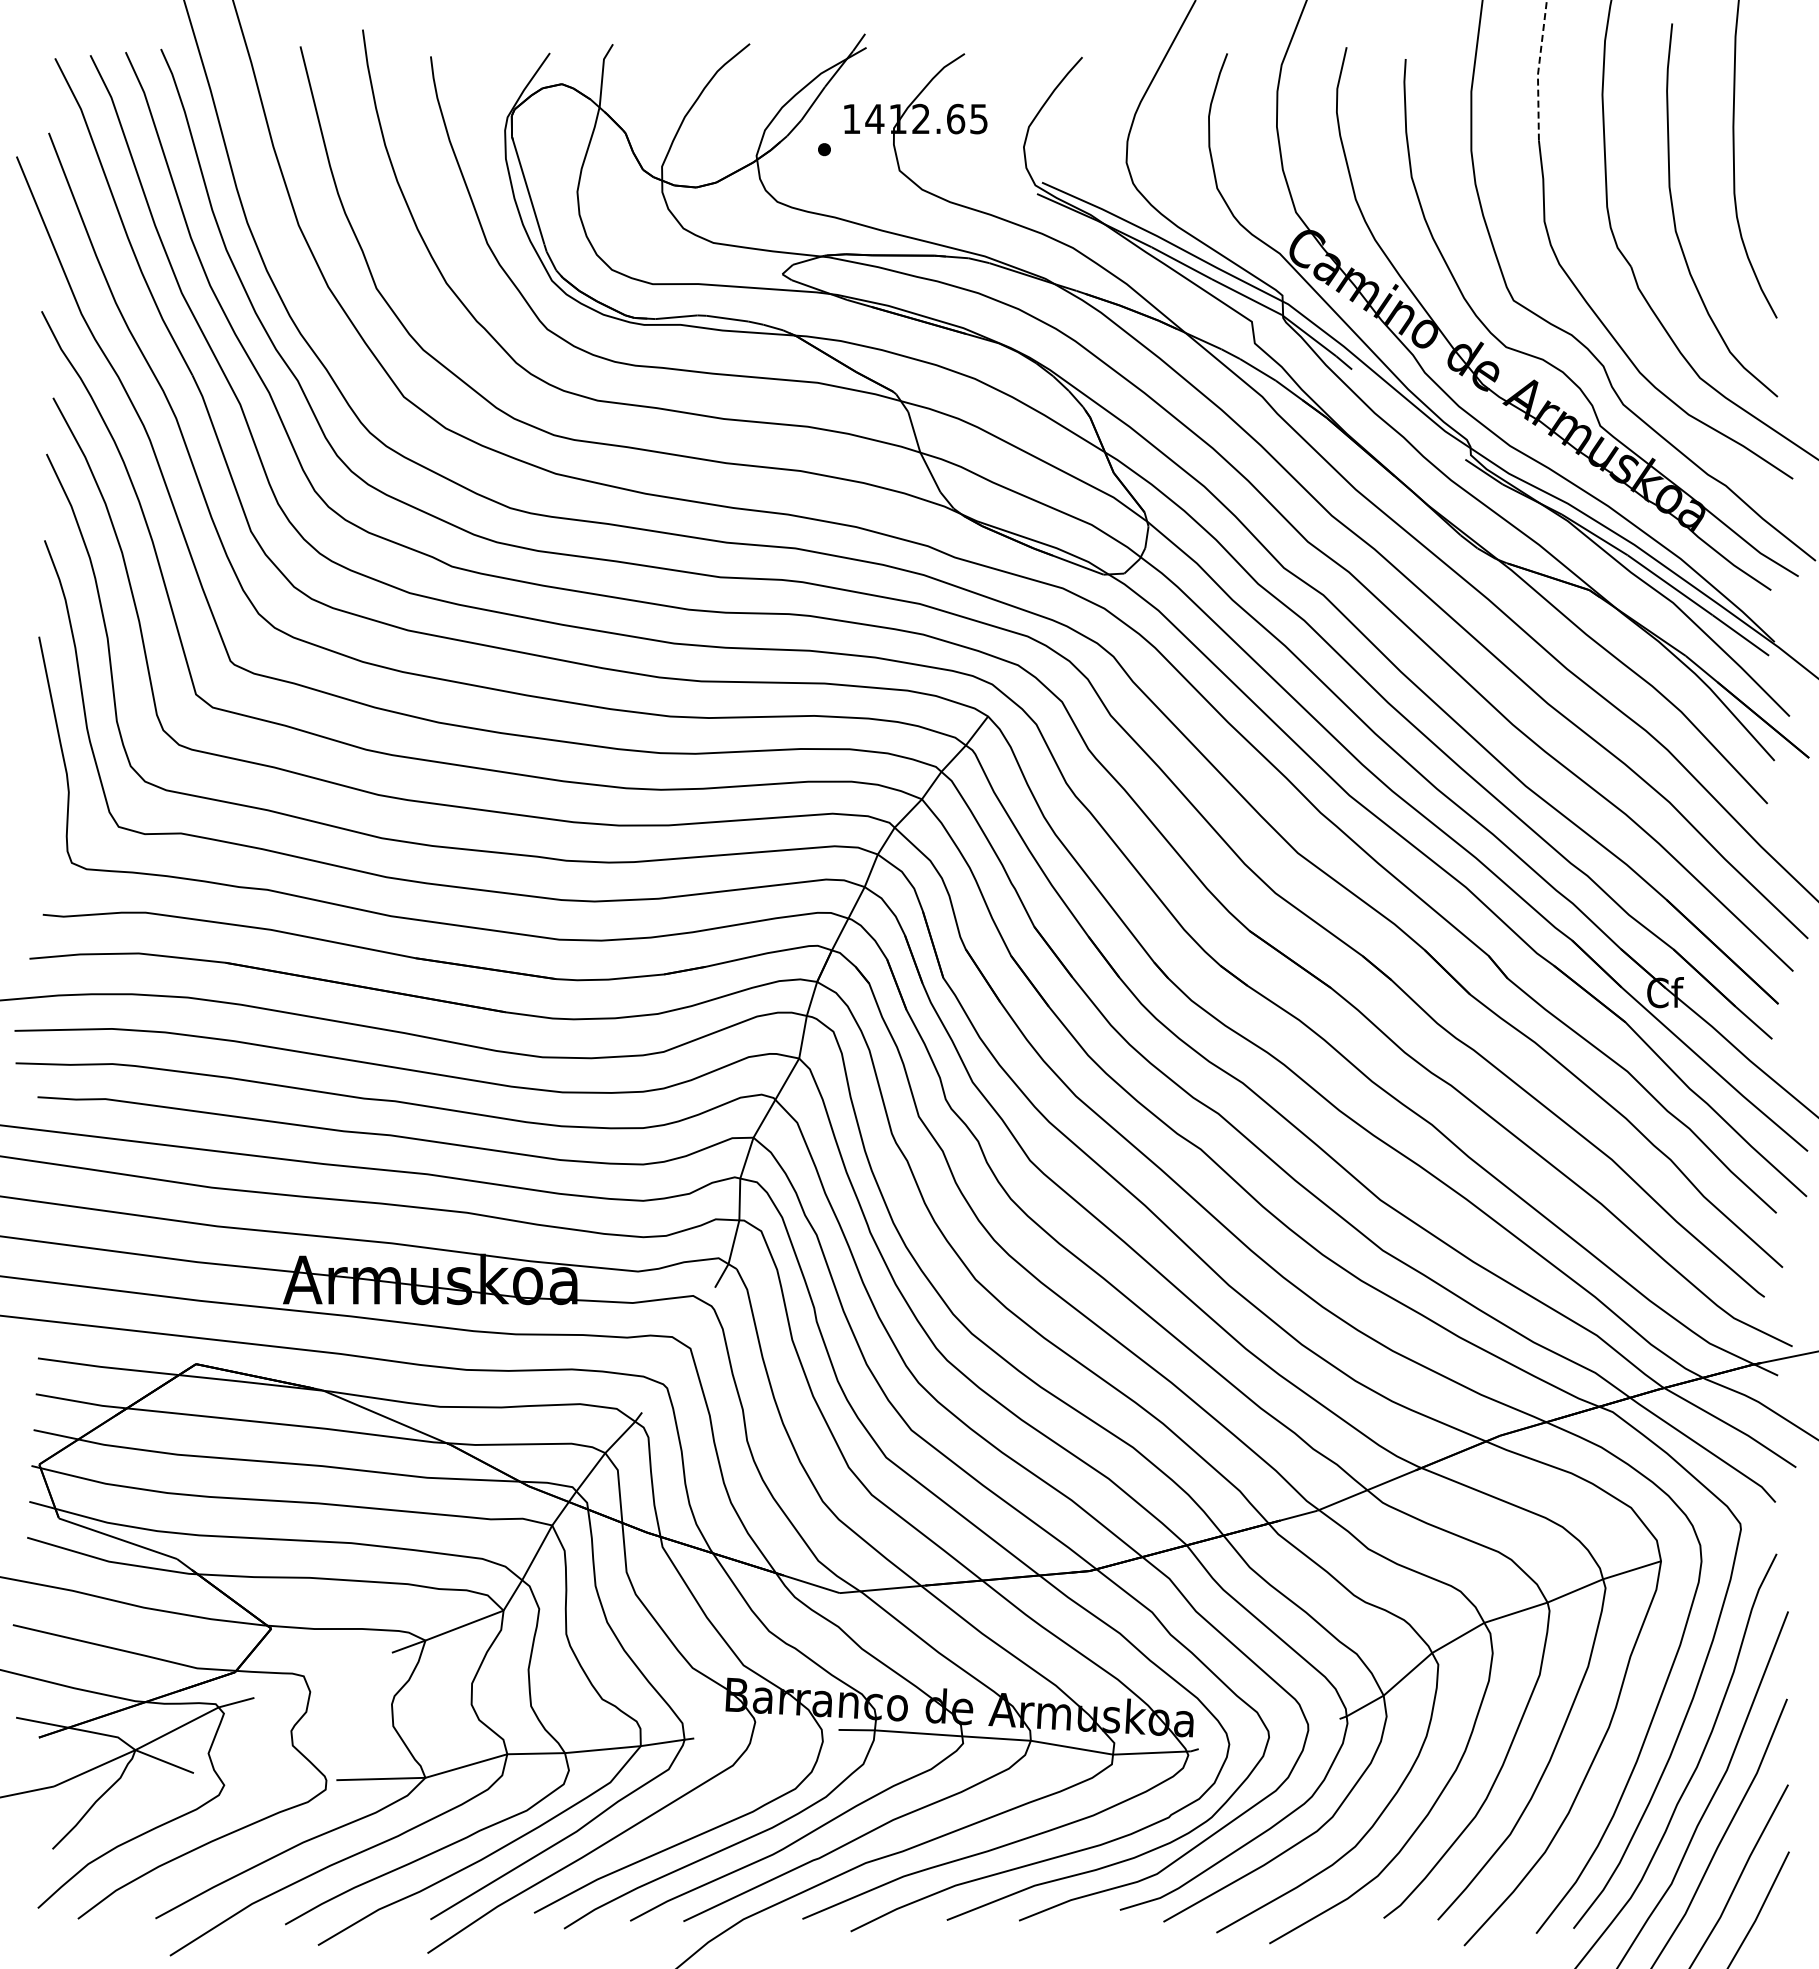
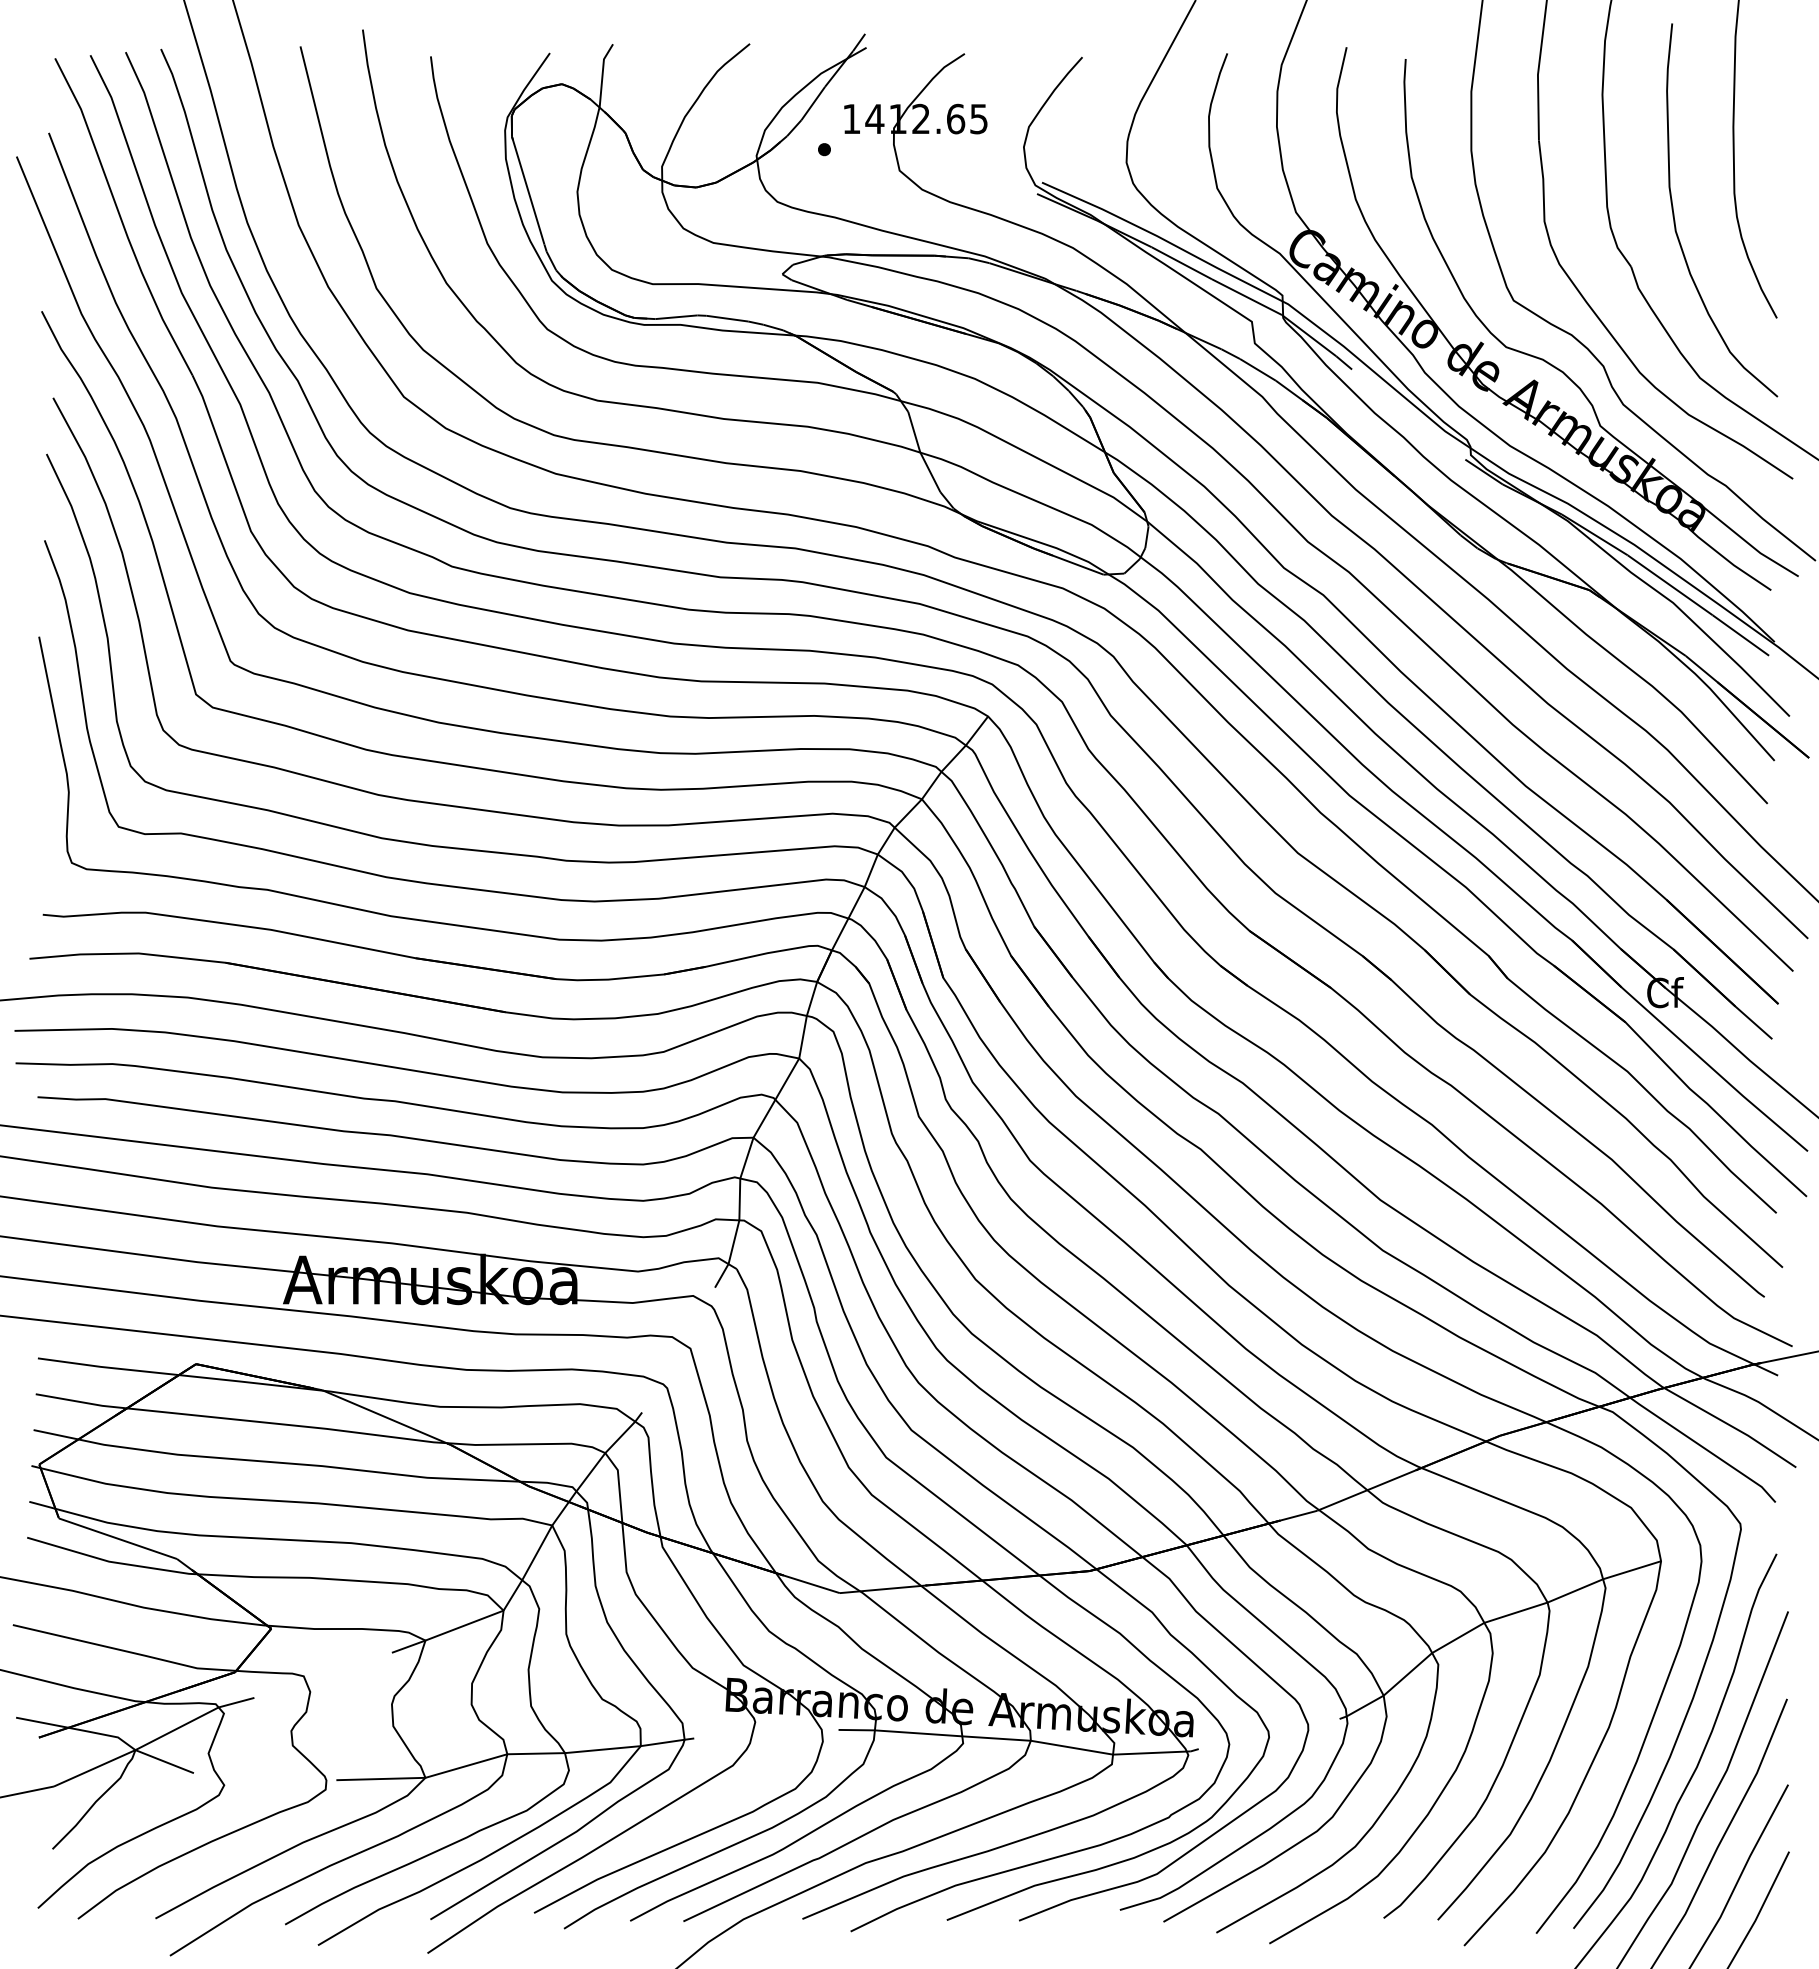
line at (1538, 70): dashed -> solid
